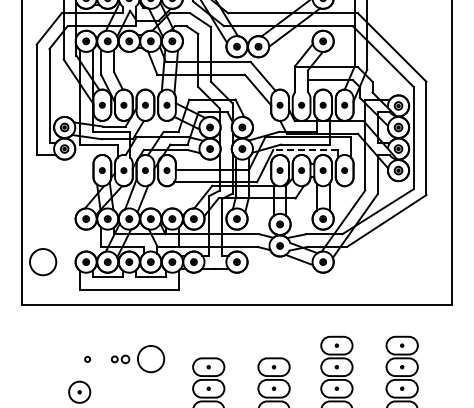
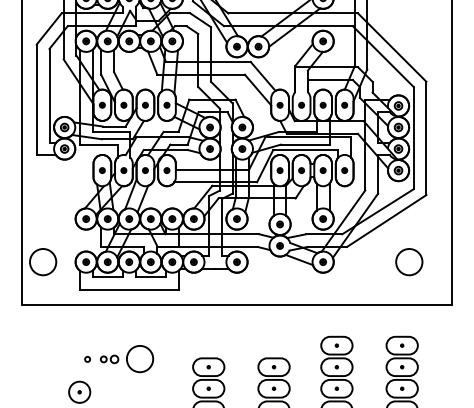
line at (305, 150): dashed -> solid
circle at (409, 262): none -> present
part at (138, 359) position: (138, 359) -> (127, 359)
